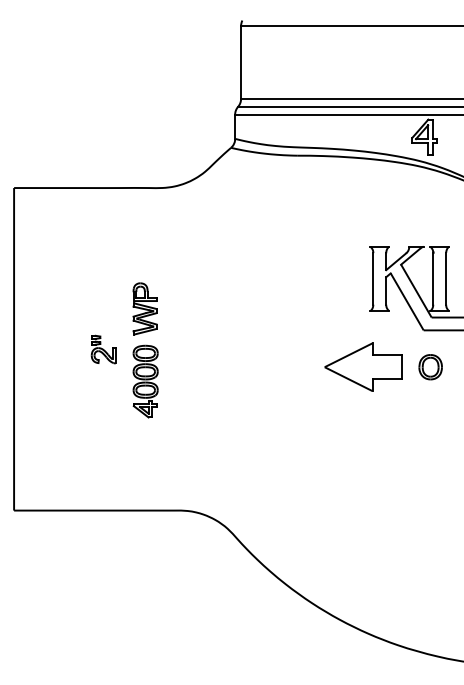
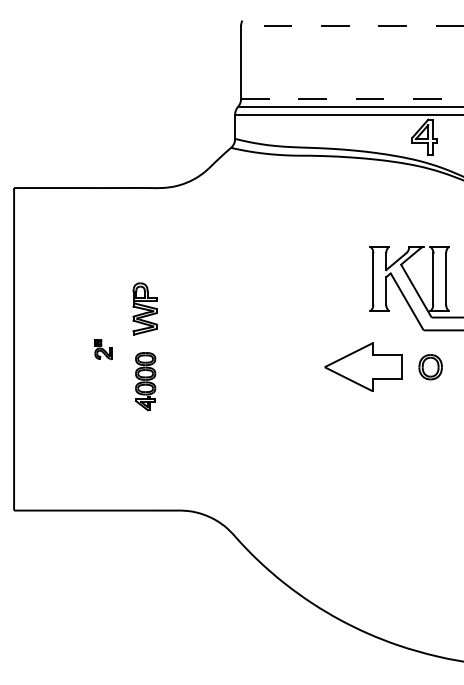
line at (351, 26): solid -> dashed
line at (352, 98): solid -> dashed
part at (103, 349) size: 27x31 px -> 19x22 px
part at (145, 381) size: 27x75 px -> 22x60 px
